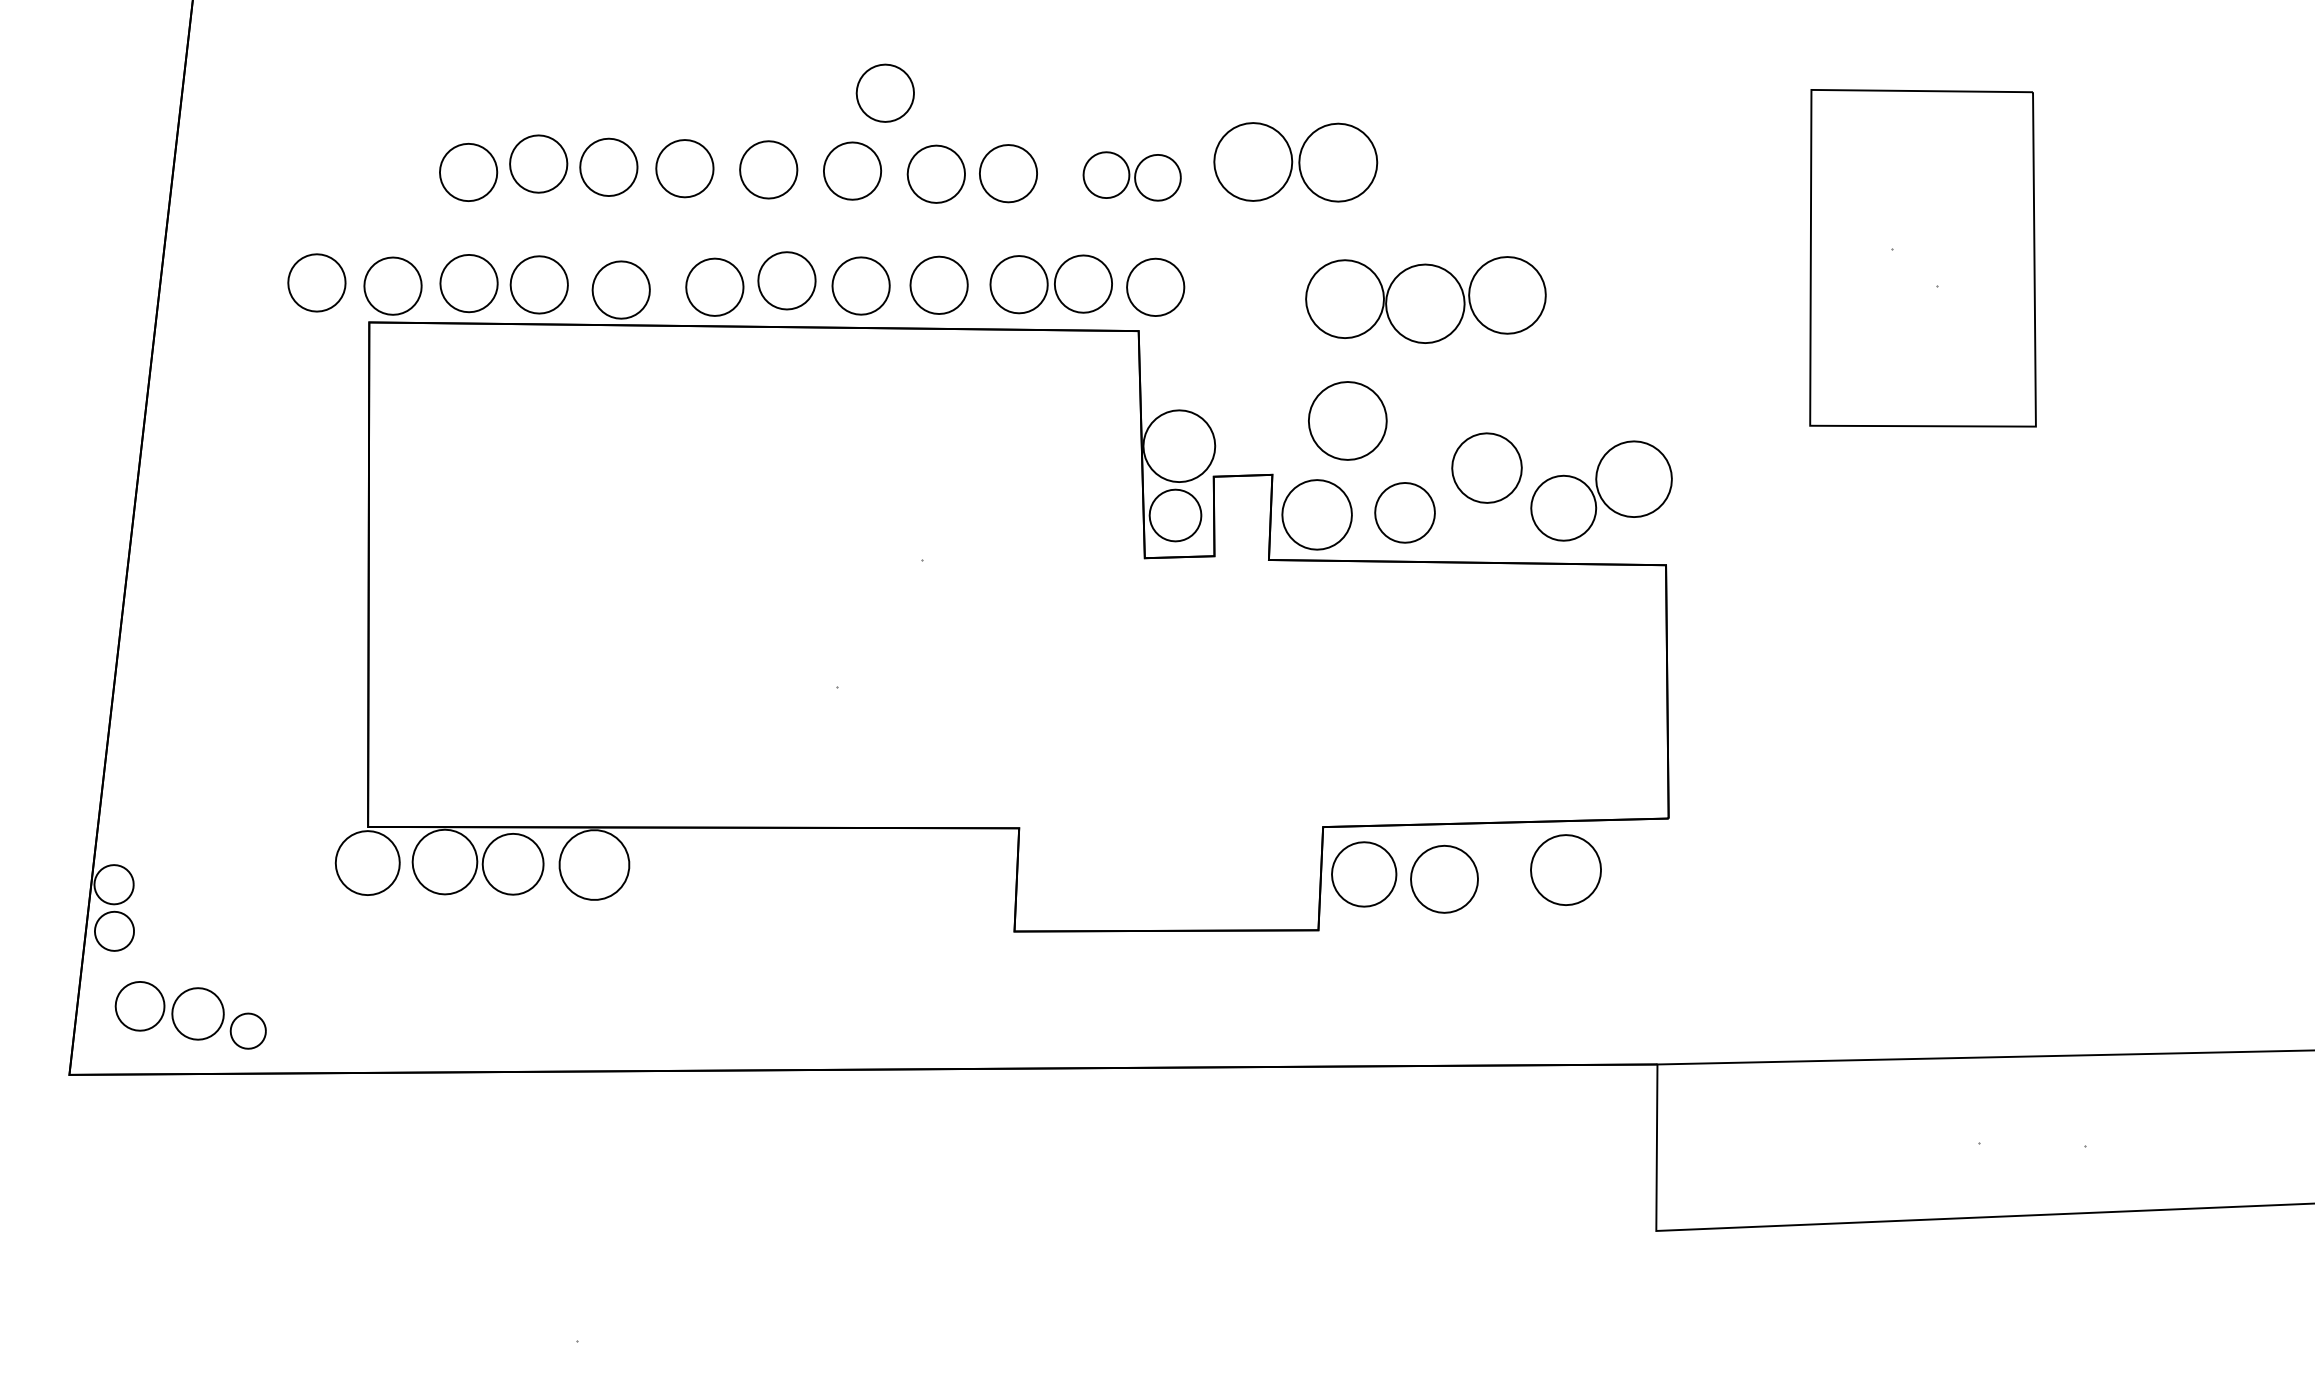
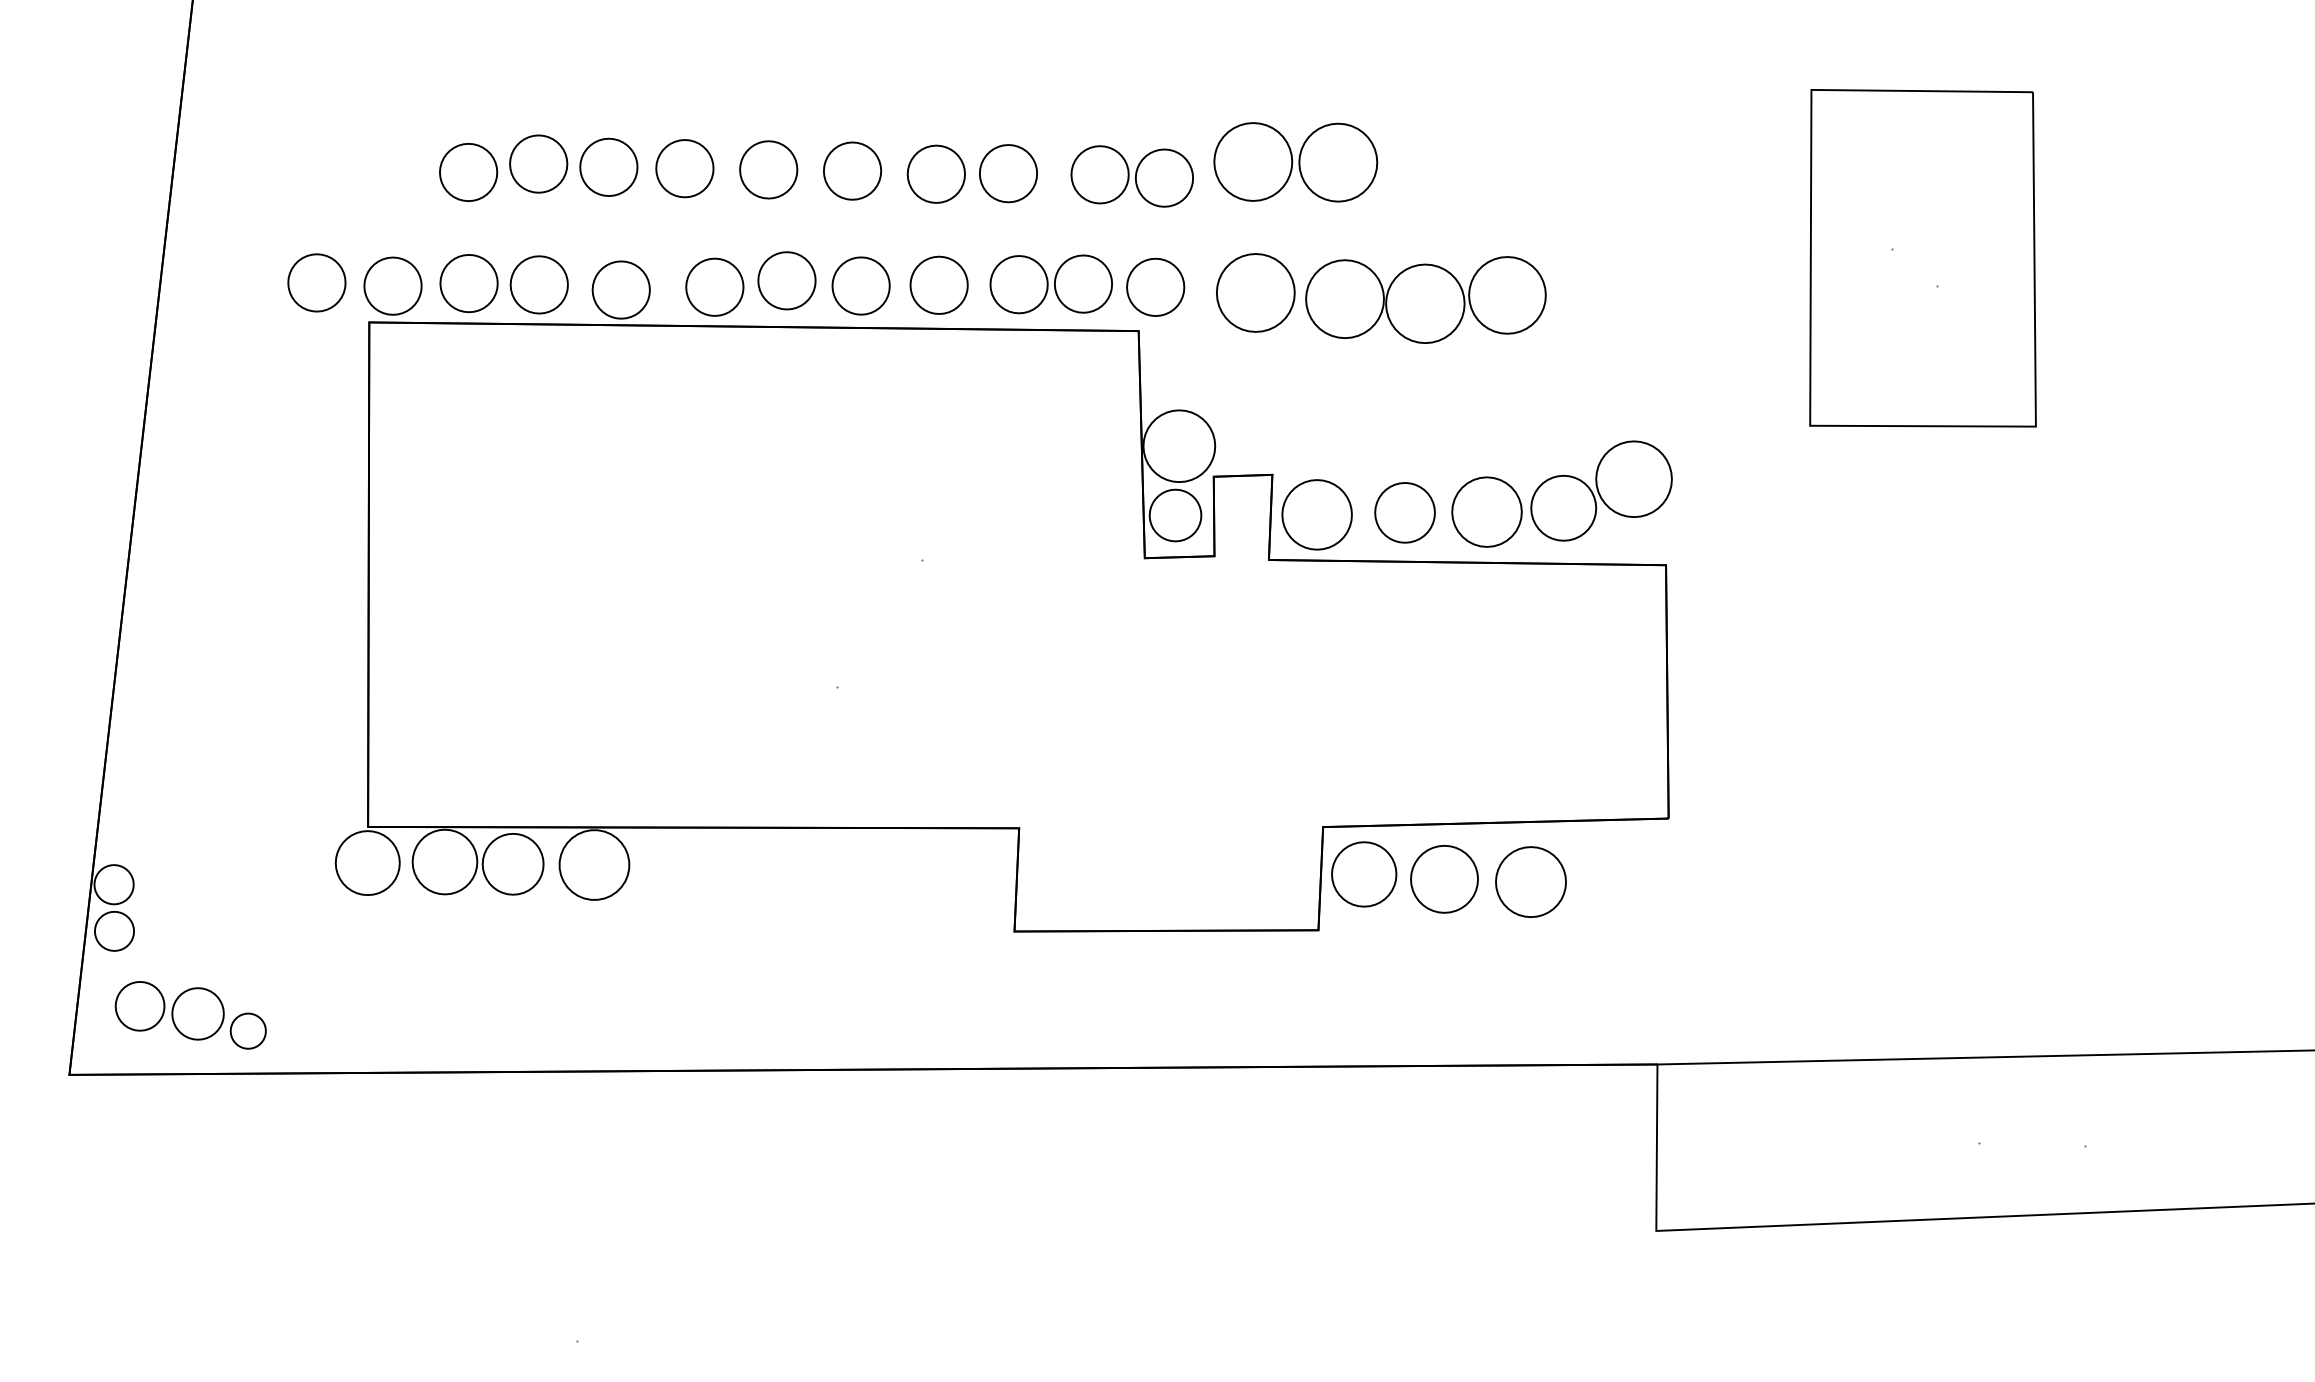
part at (884, 92): present -> none
part at (1131, 176) size: 100x51 px -> 124x63 px
part at (1347, 420) position: (1347, 420) -> (1255, 292)
part at (1486, 467) position: (1486, 467) -> (1486, 511)
part at (1565, 869) position: (1565, 869) -> (1530, 881)
